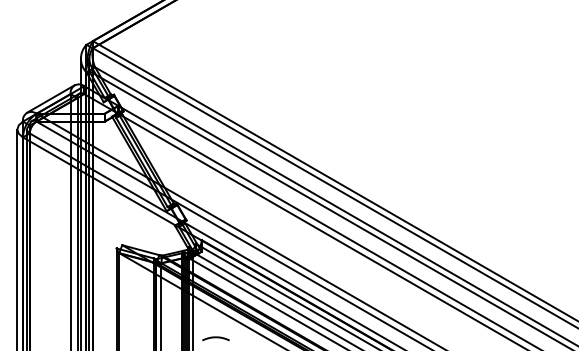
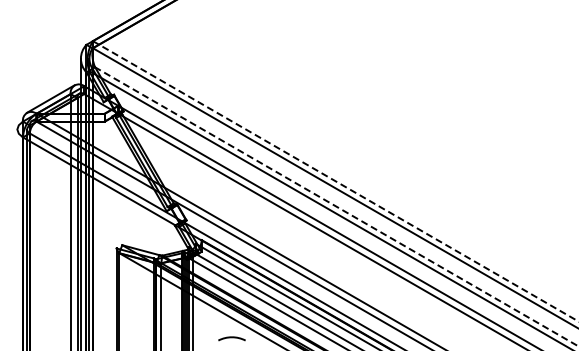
line at (336, 181): solid -> dashed
line at (336, 206): solid -> dashed
line at (17, 238): present -> none
arc at (215, 338) position: (215, 338) -> (231, 338)
